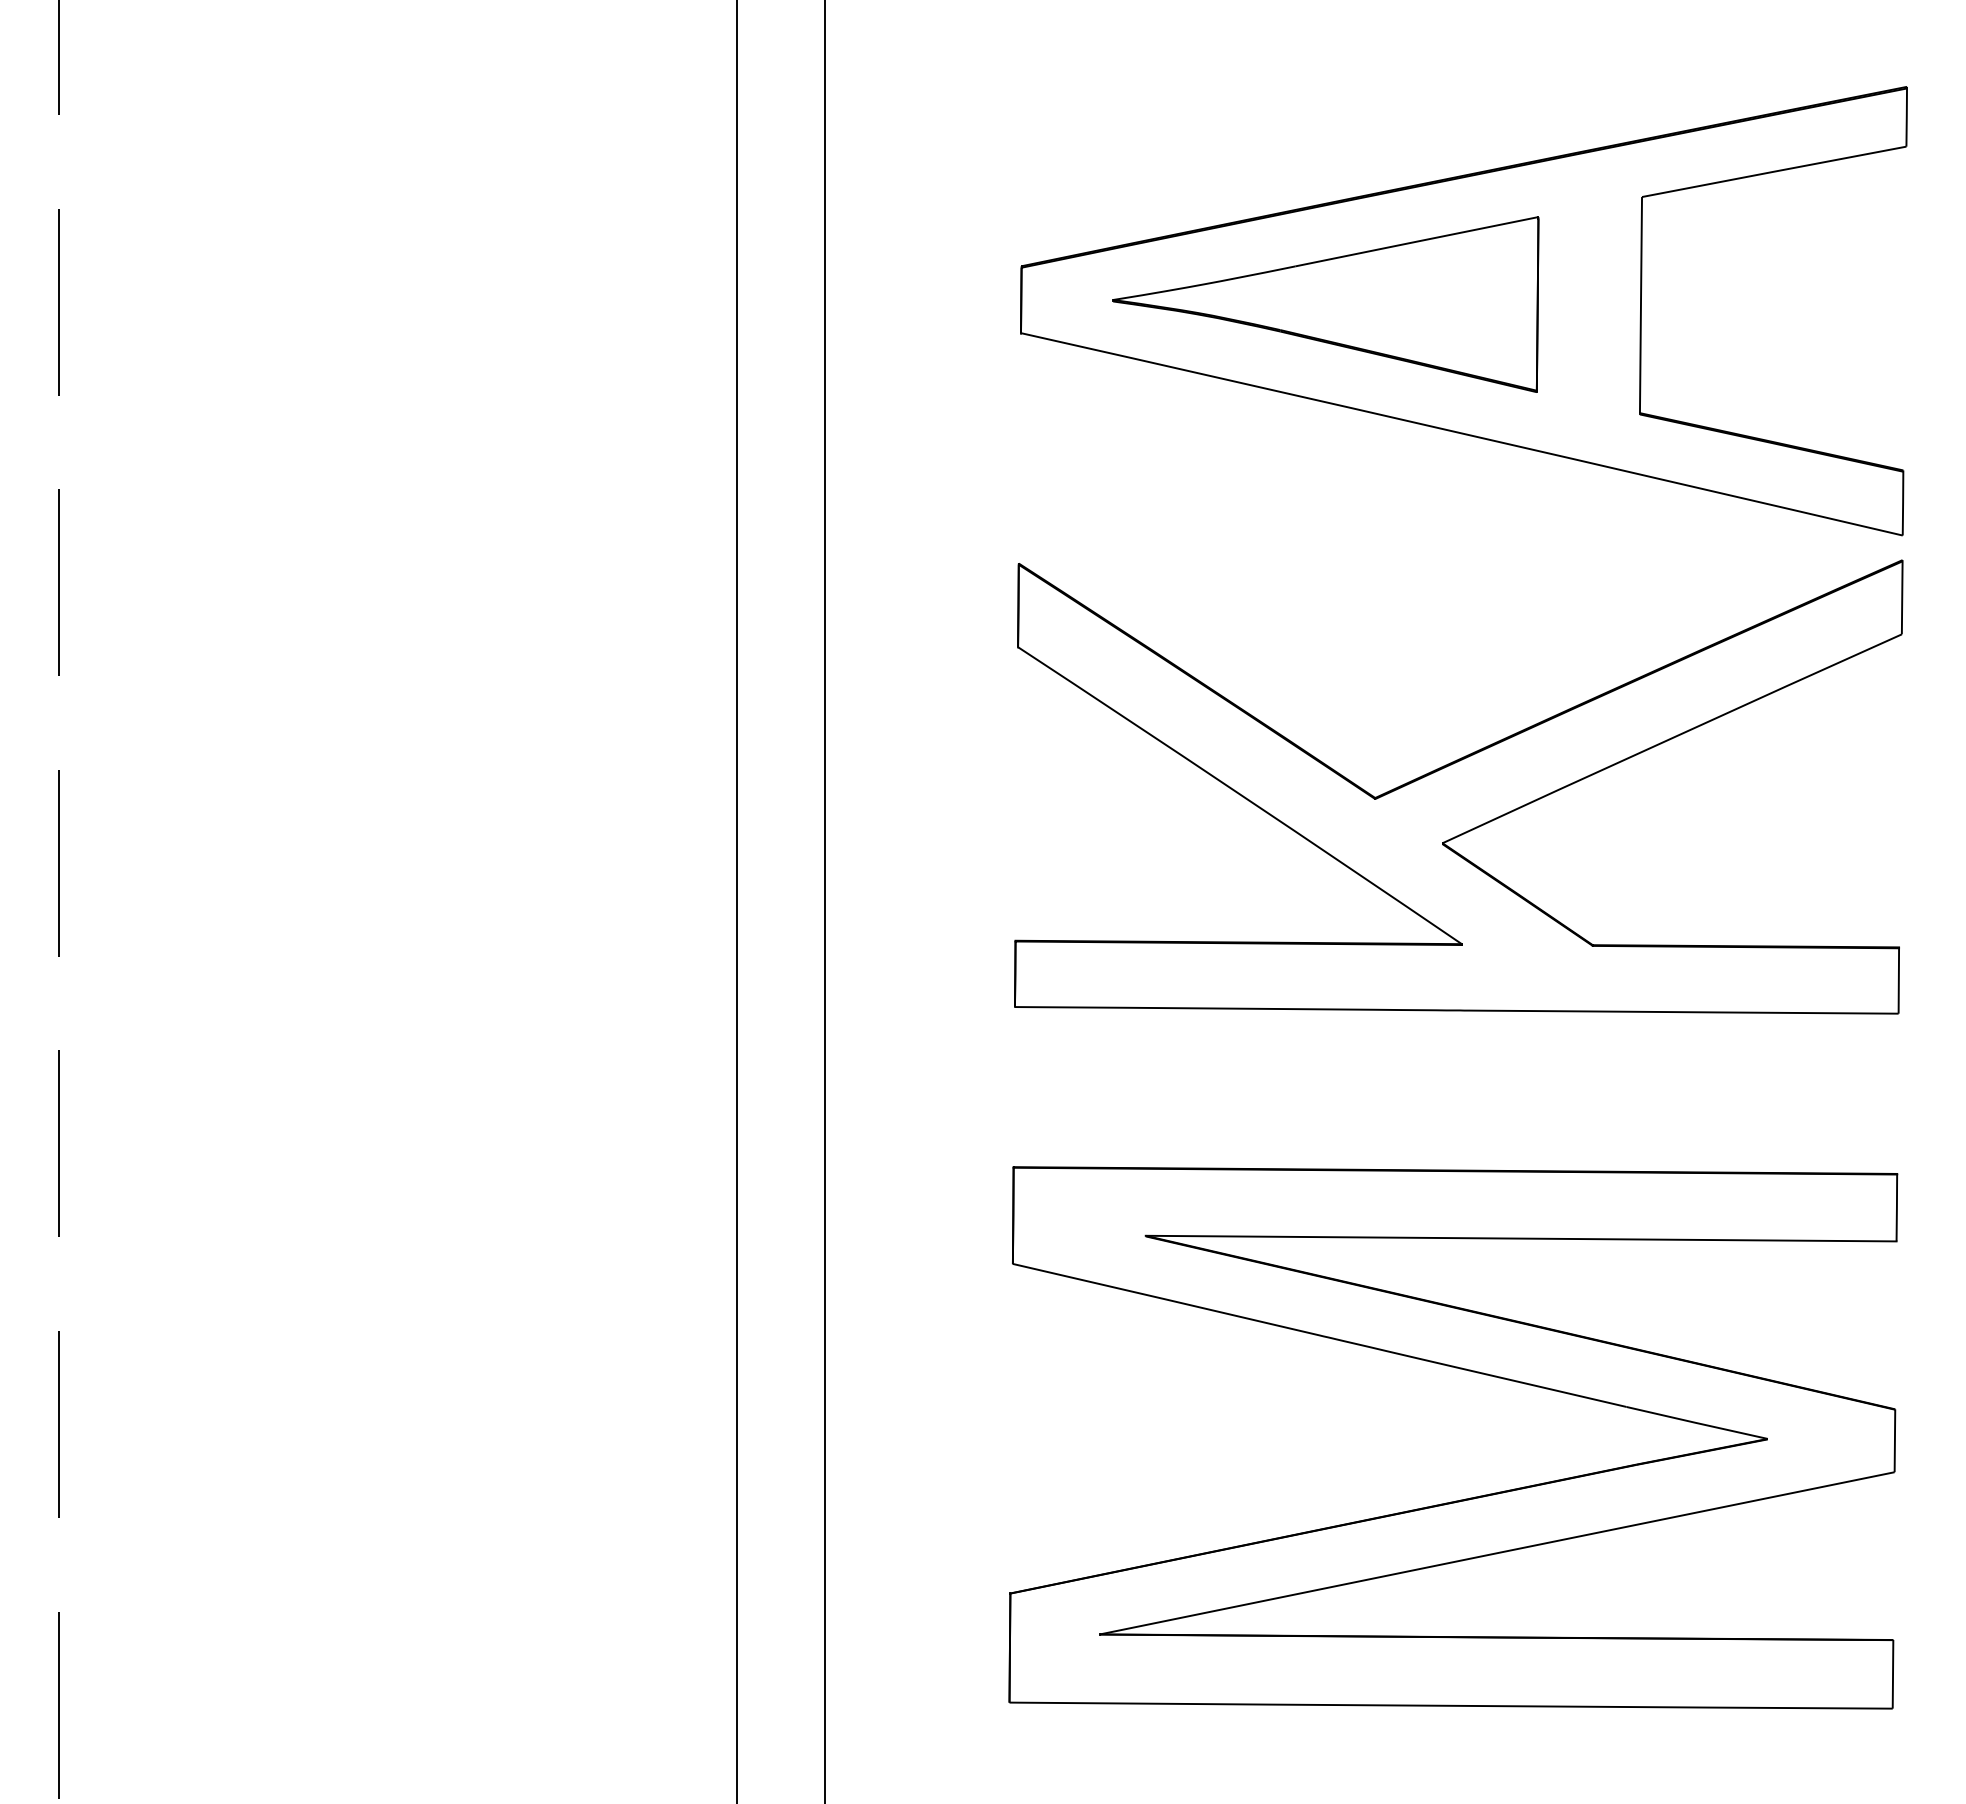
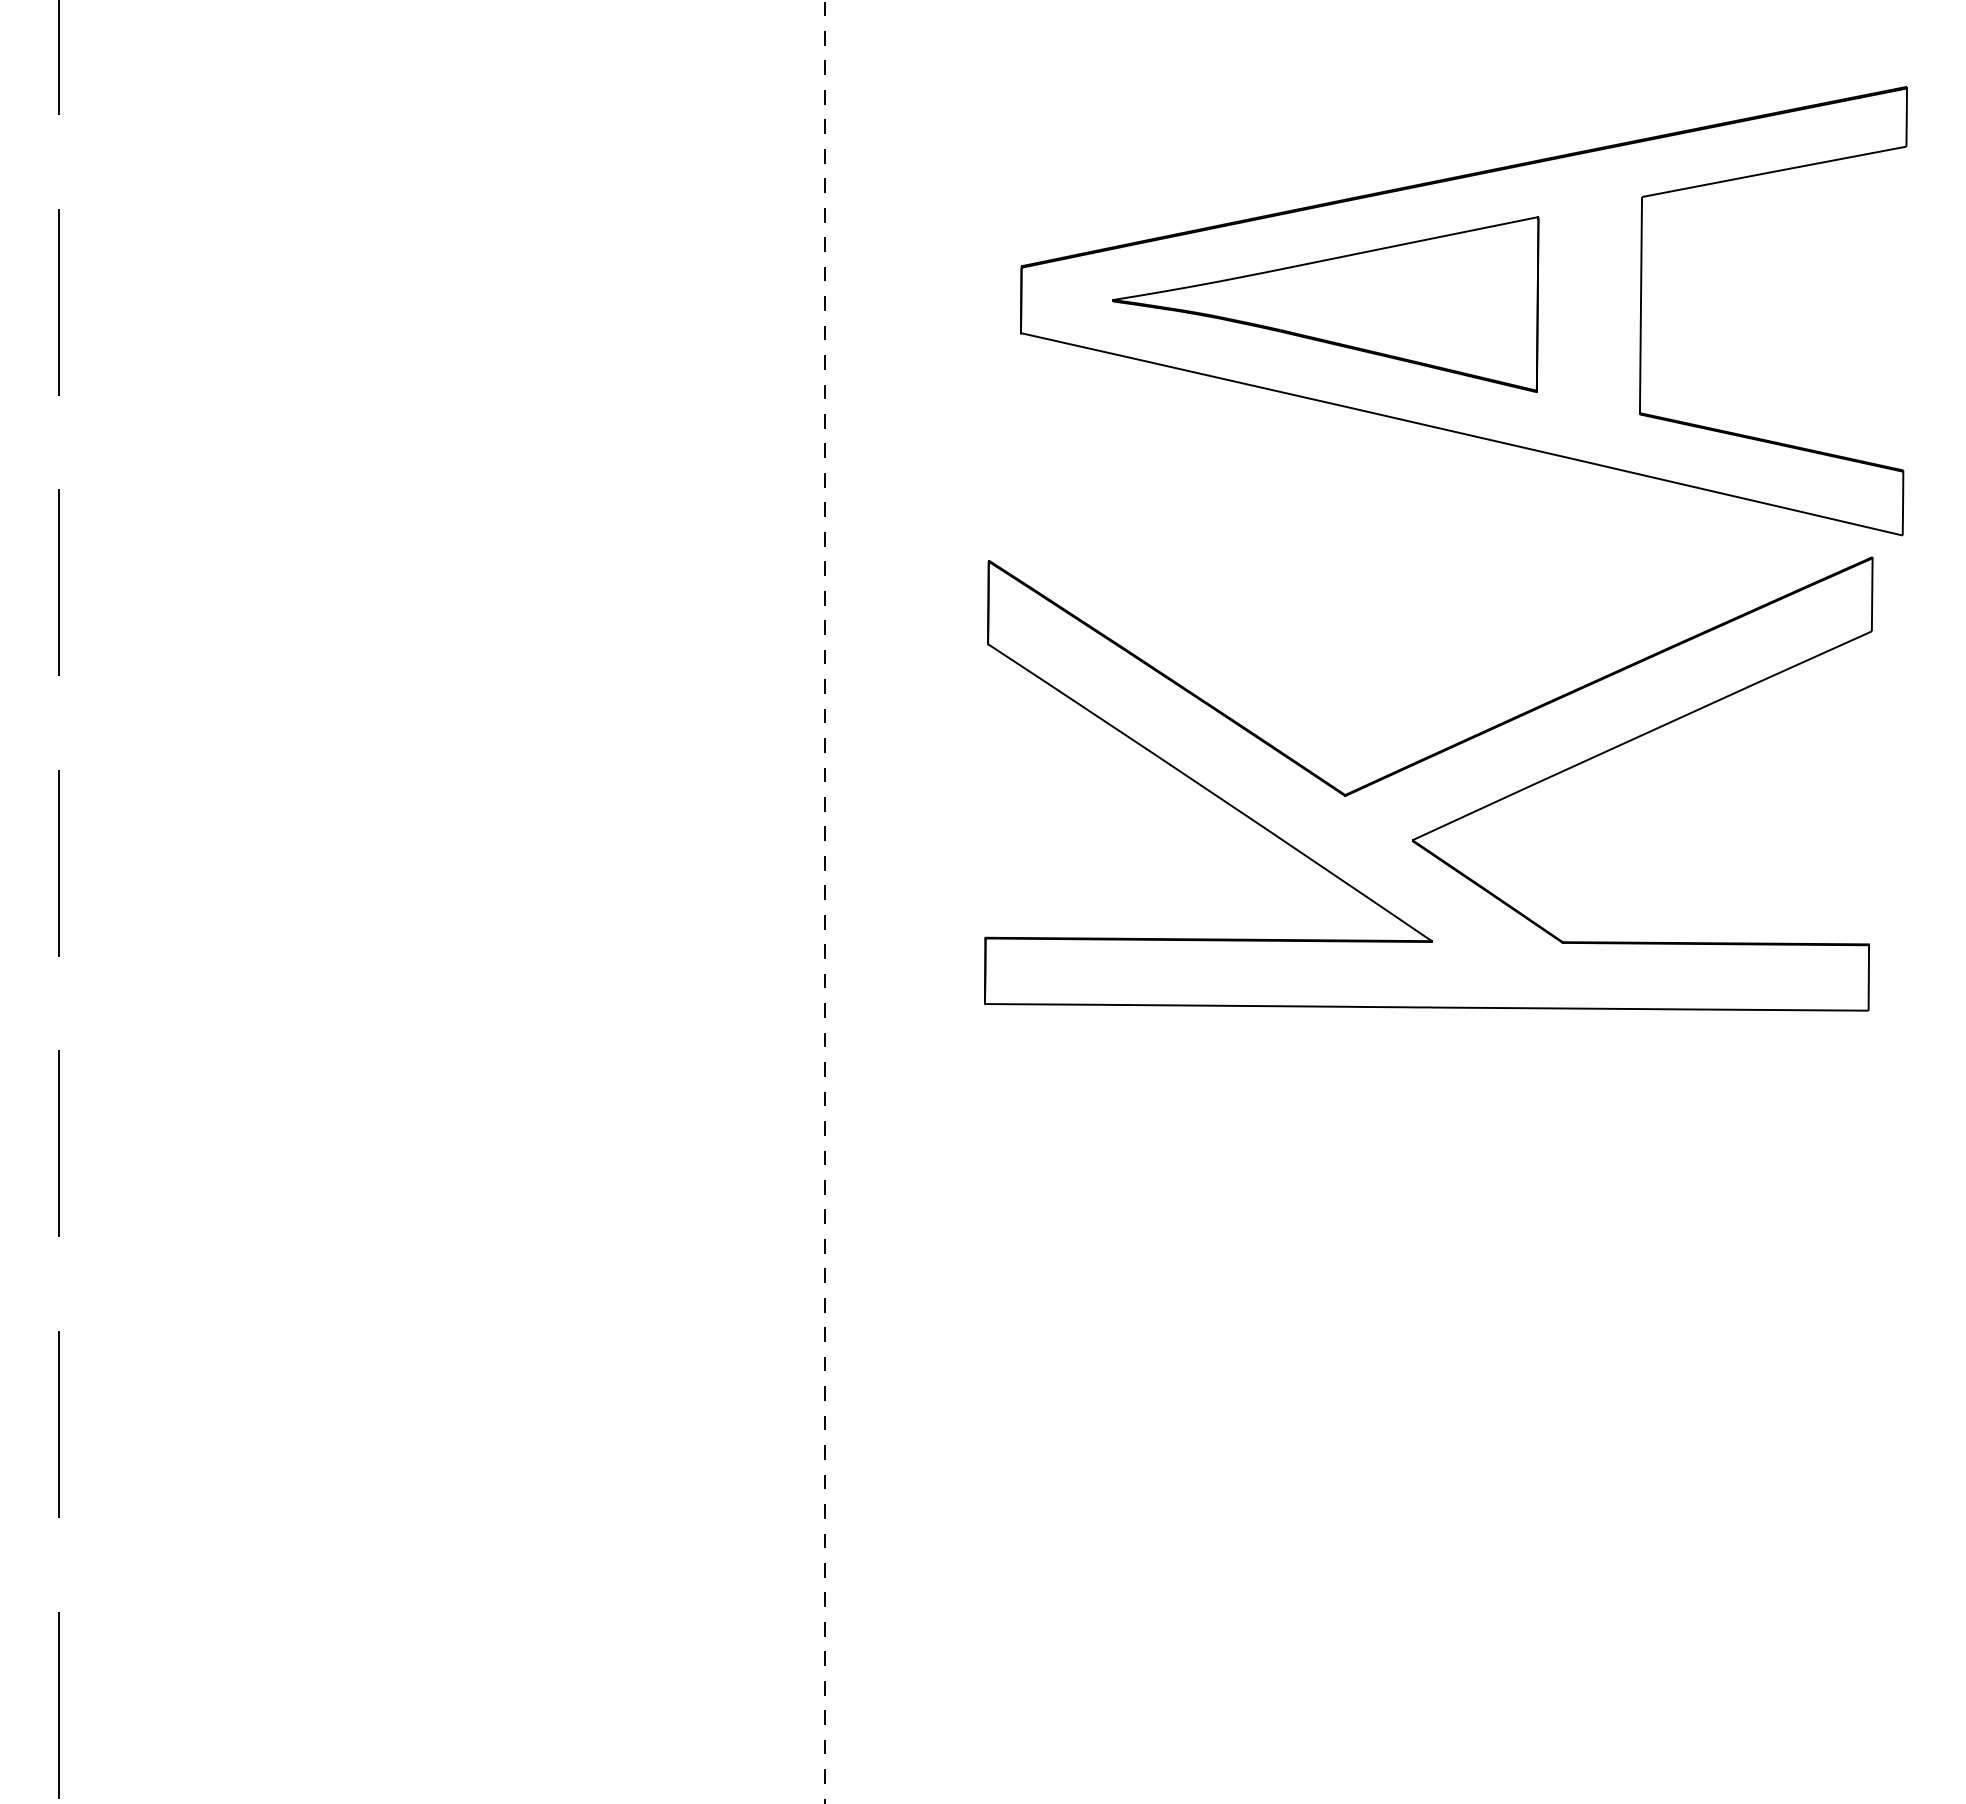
part at (1458, 786) position: (1458, 786) -> (1428, 783)
line at (736, 901): present -> none
line at (824, 901): solid -> dashed
part at (1465, 1498): present -> none
